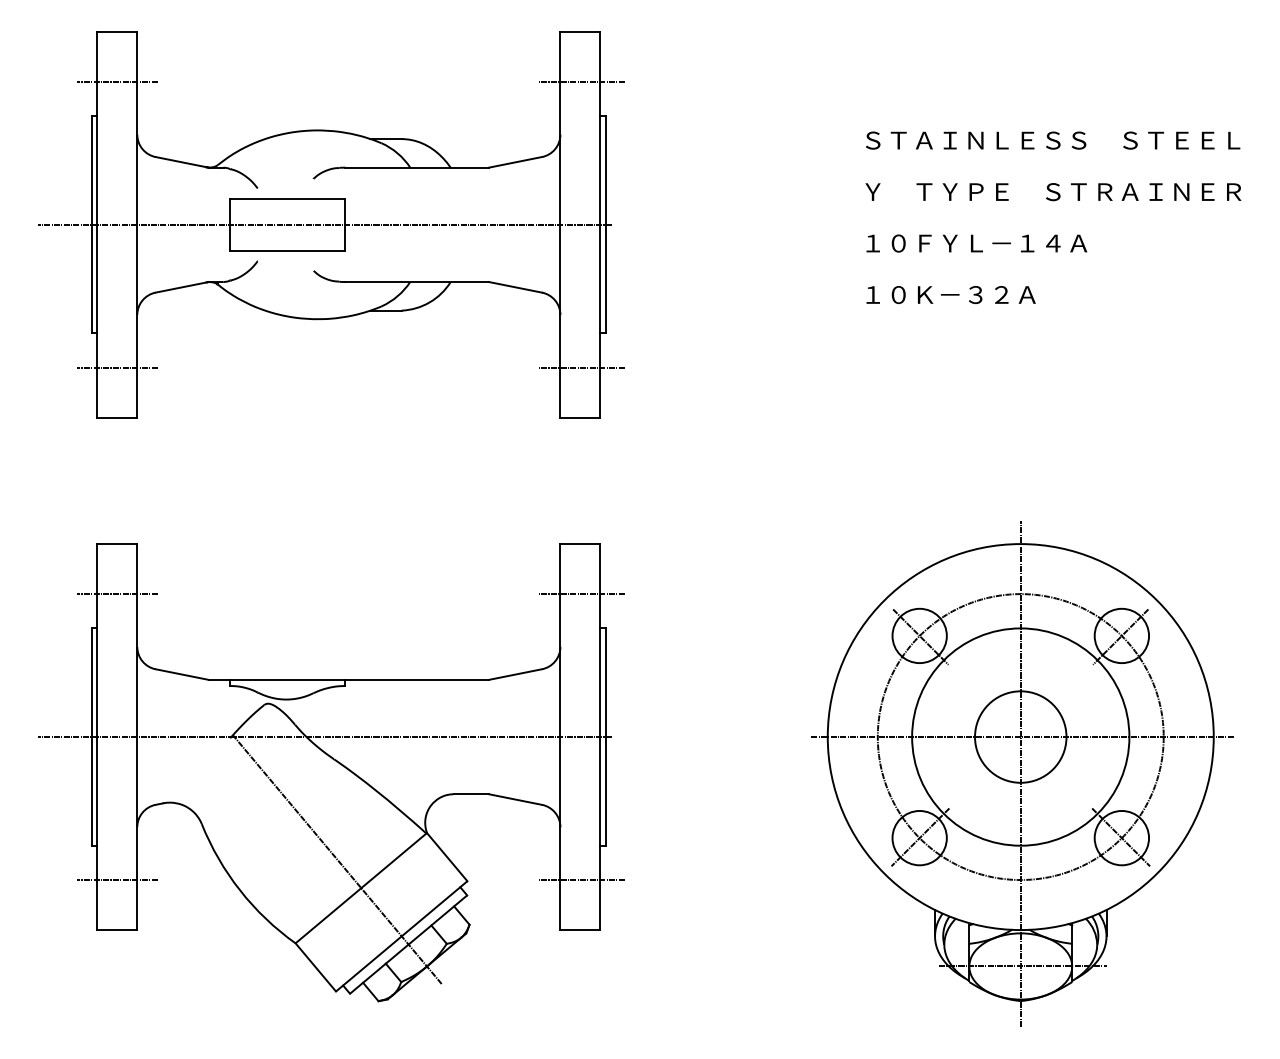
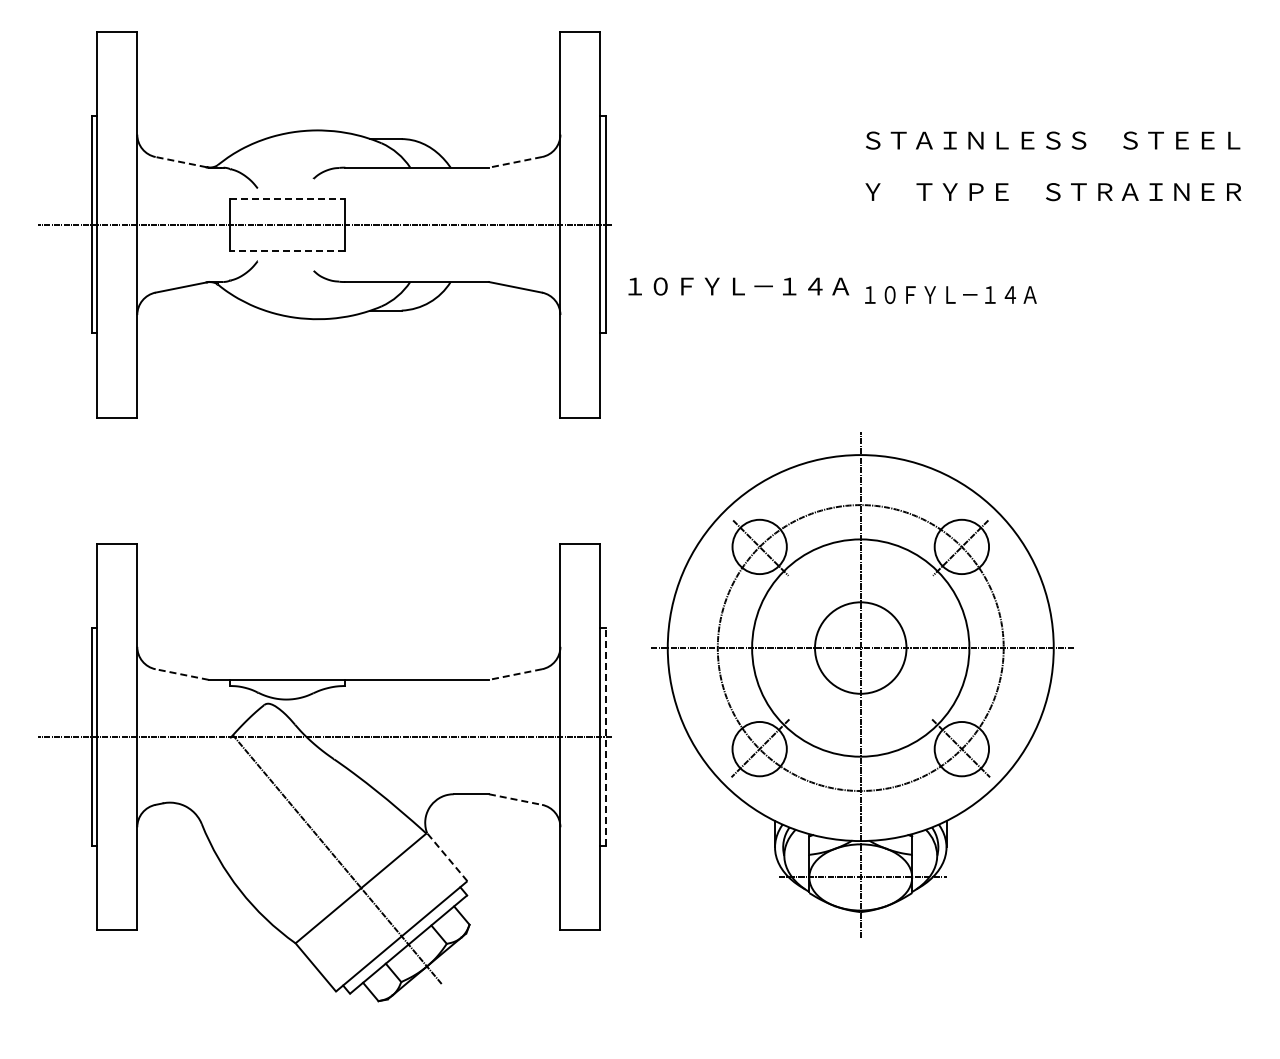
line at (117, 81): present -> none
line at (581, 81): present -> none
line at (181, 162): solid -> dashed
line at (515, 162): solid -> dashed
line at (287, 199): solid -> dashed
text at (976, 243) position: (976, 243) -> (738, 286)
line at (287, 250): solid -> dashed
text at (950, 295): １０Ｋ－３２Ａ -> １０ＦＹＬ－１４Ａ
line at (117, 367): present -> none
line at (581, 367): present -> none
line at (117, 594): present -> none
line at (581, 594): present -> none
line at (181, 674): solid -> dashed
line at (515, 674): solid -> dashed
line at (606, 737): solid -> dashed
part at (1022, 773) position: (1022, 773) -> (862, 684)
line at (515, 799): solid -> dashed
line at (446, 856): solid -> dashed
line at (117, 880): present -> none
line at (581, 880): present -> none
